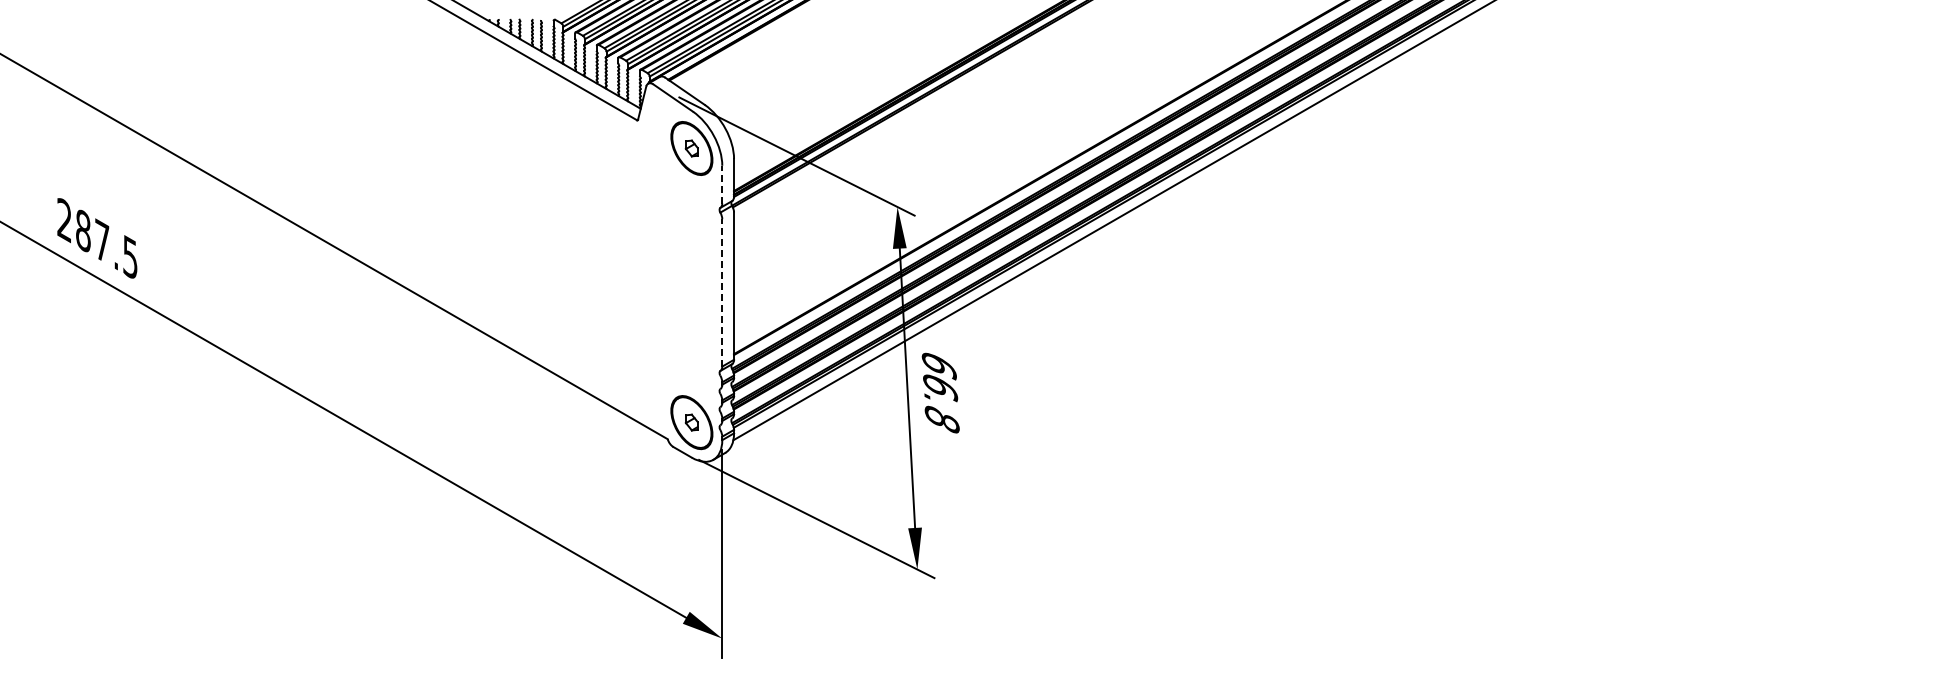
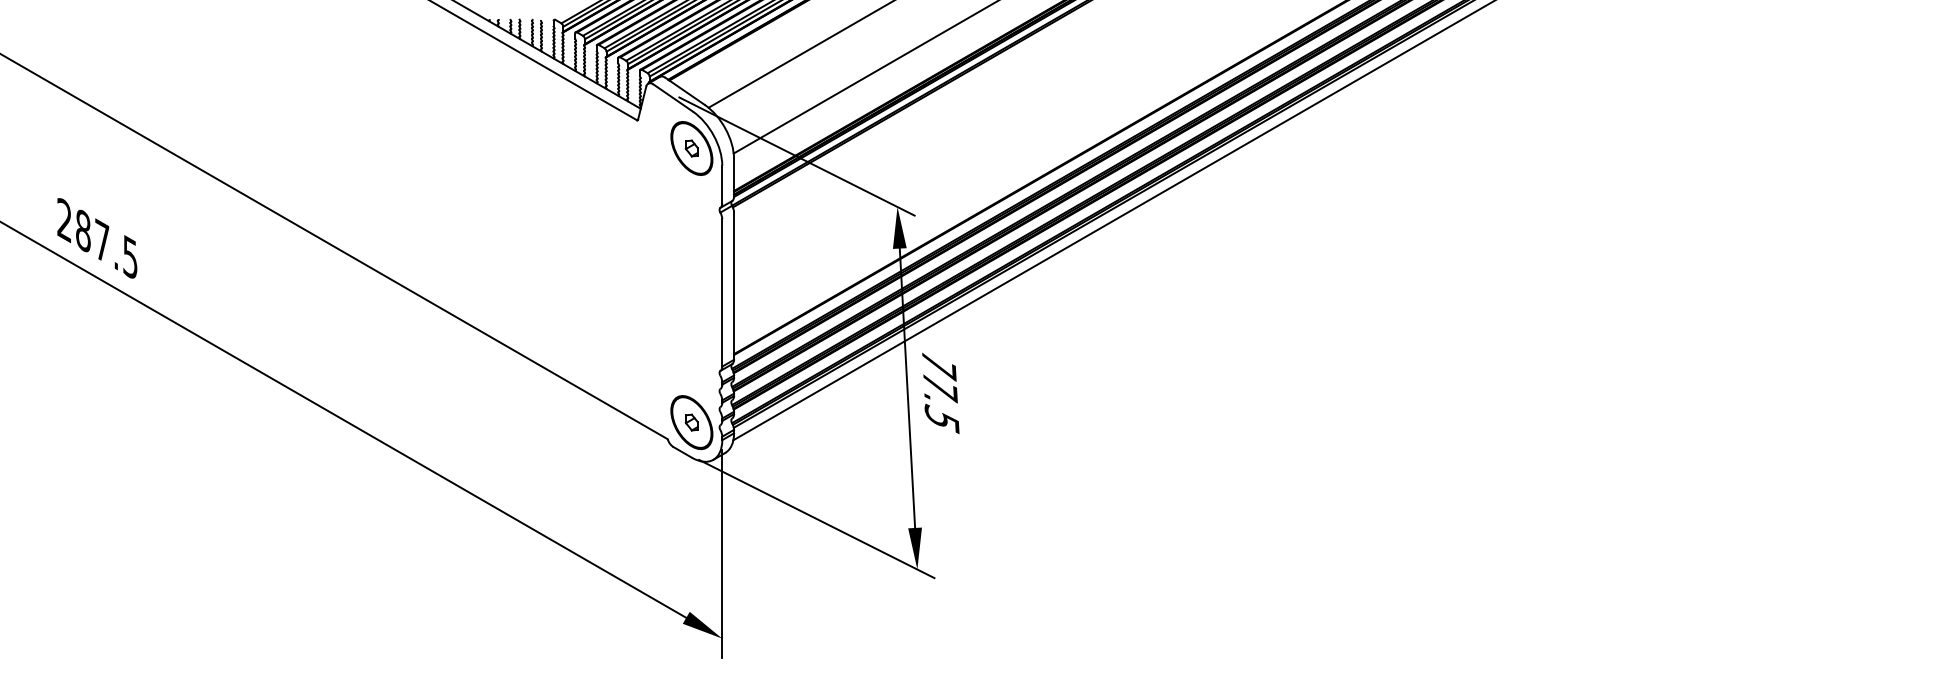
line at (799, 54): none -> present
line at (864, 77): none -> present
line at (722, 184): dashed -> solid
line at (722, 292): dashed -> solid
text at (940, 393): 66.8 -> 77.5
